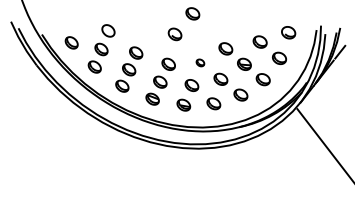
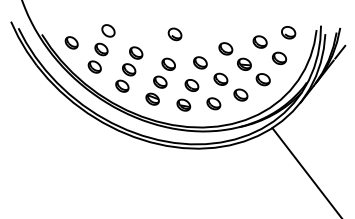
part at (192, 13): present -> none
part at (200, 62) size: 11x10 px -> 15x14 px
line at (324, 144) position: (324, 144) -> (305, 171)
